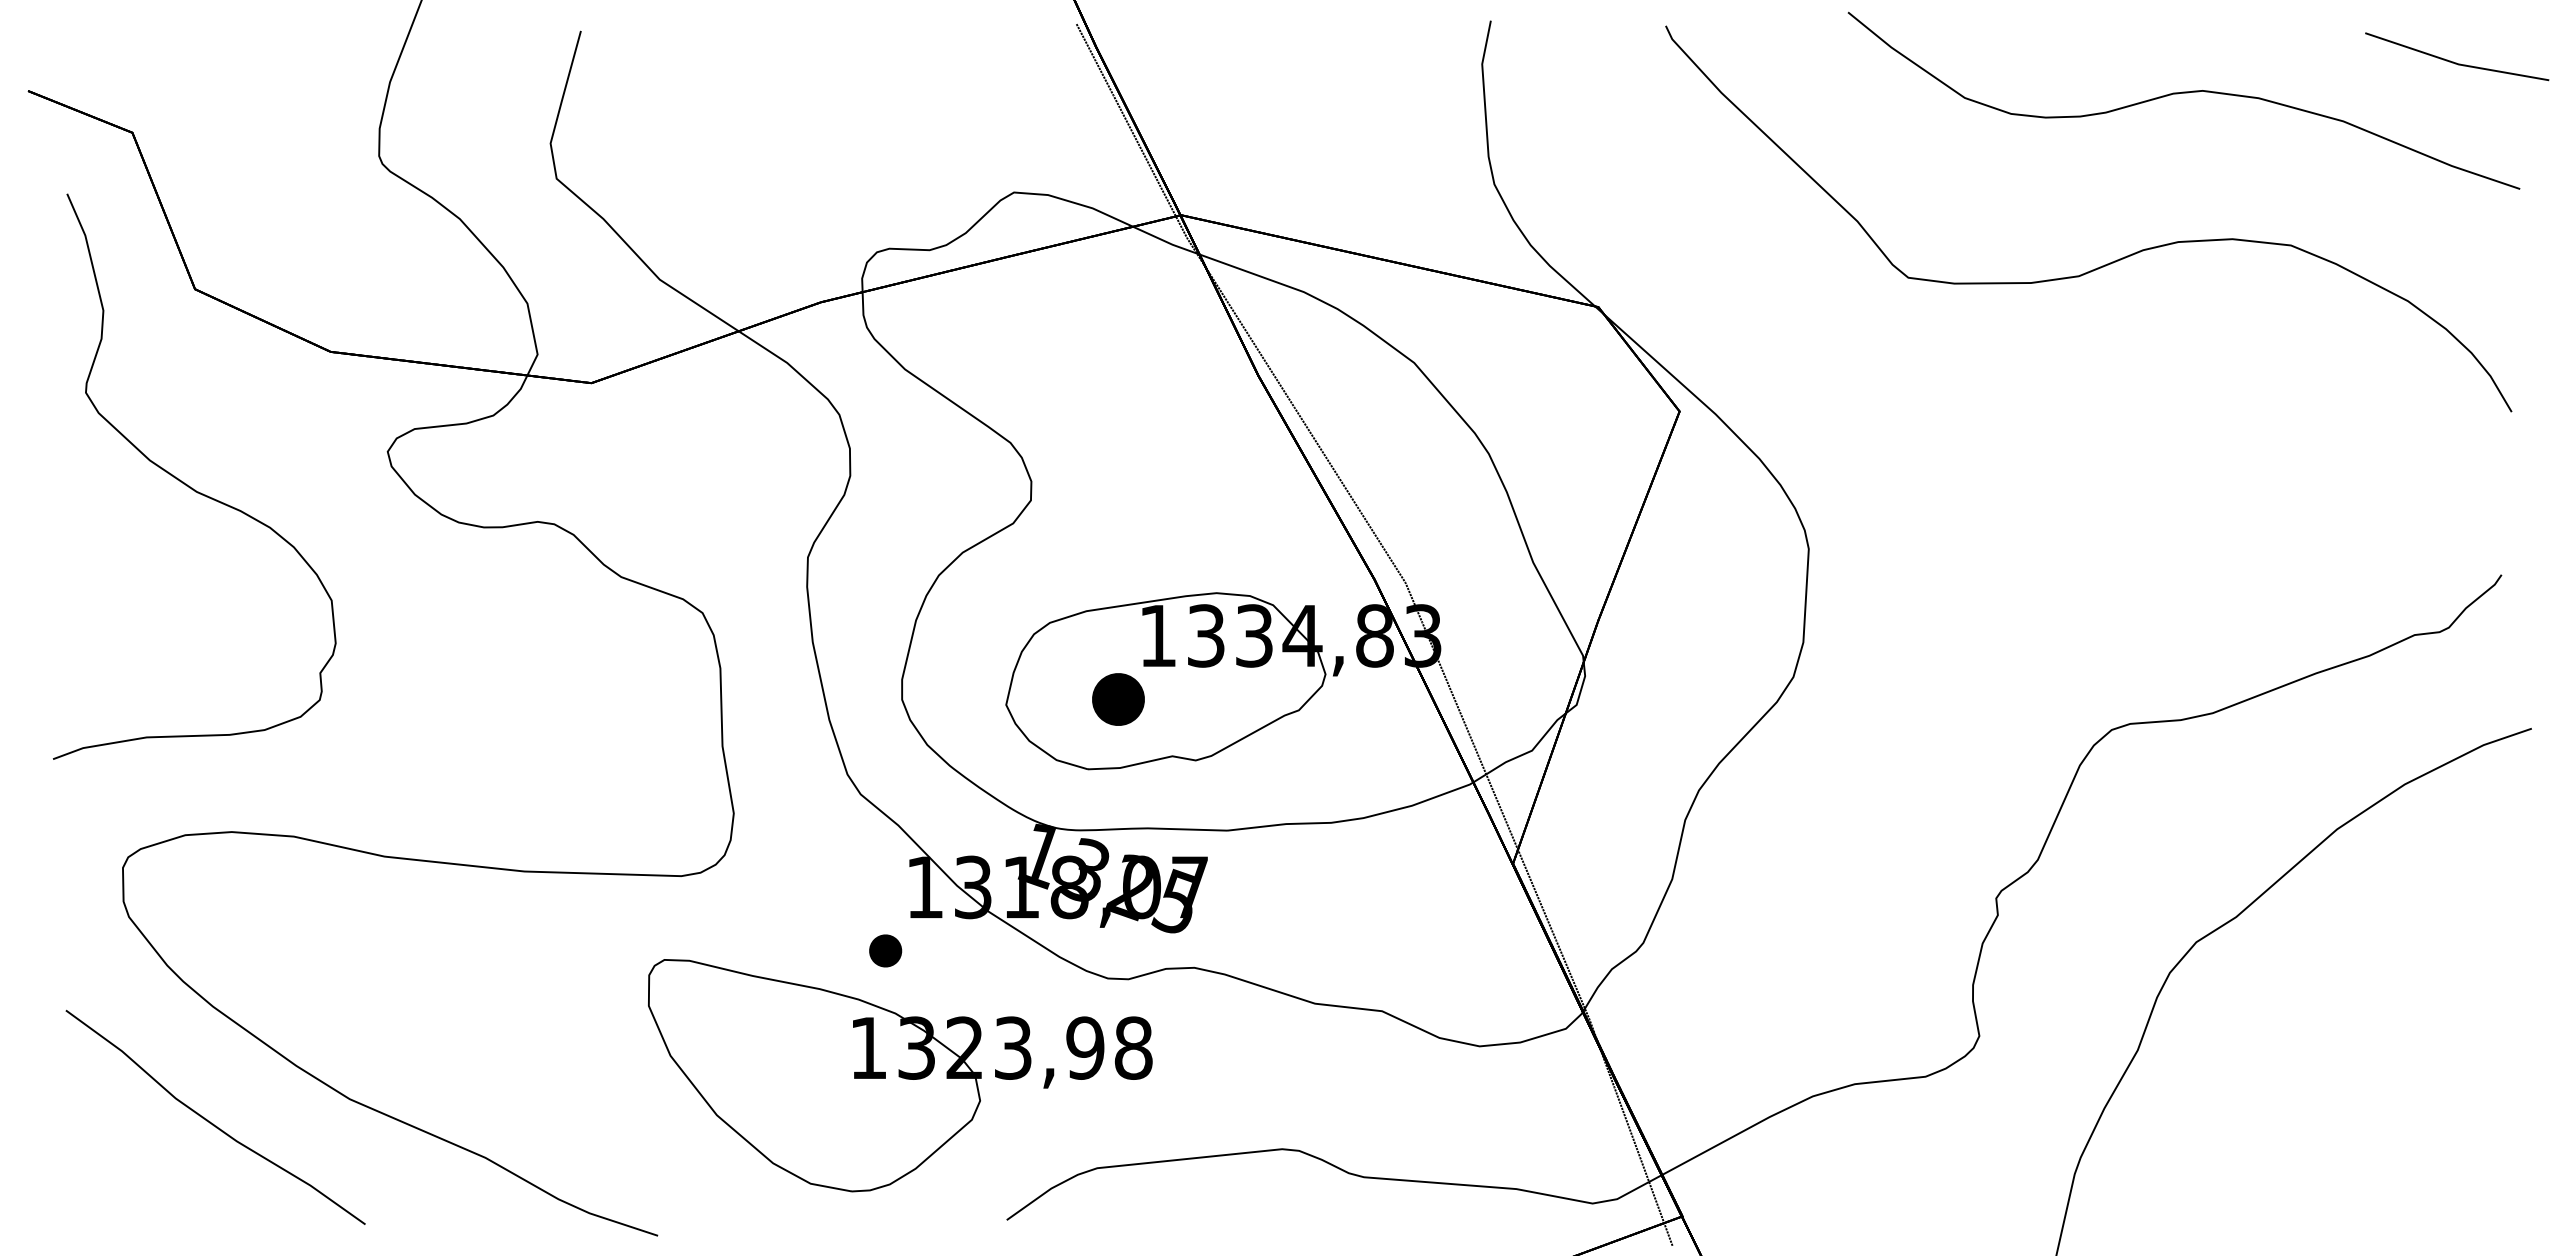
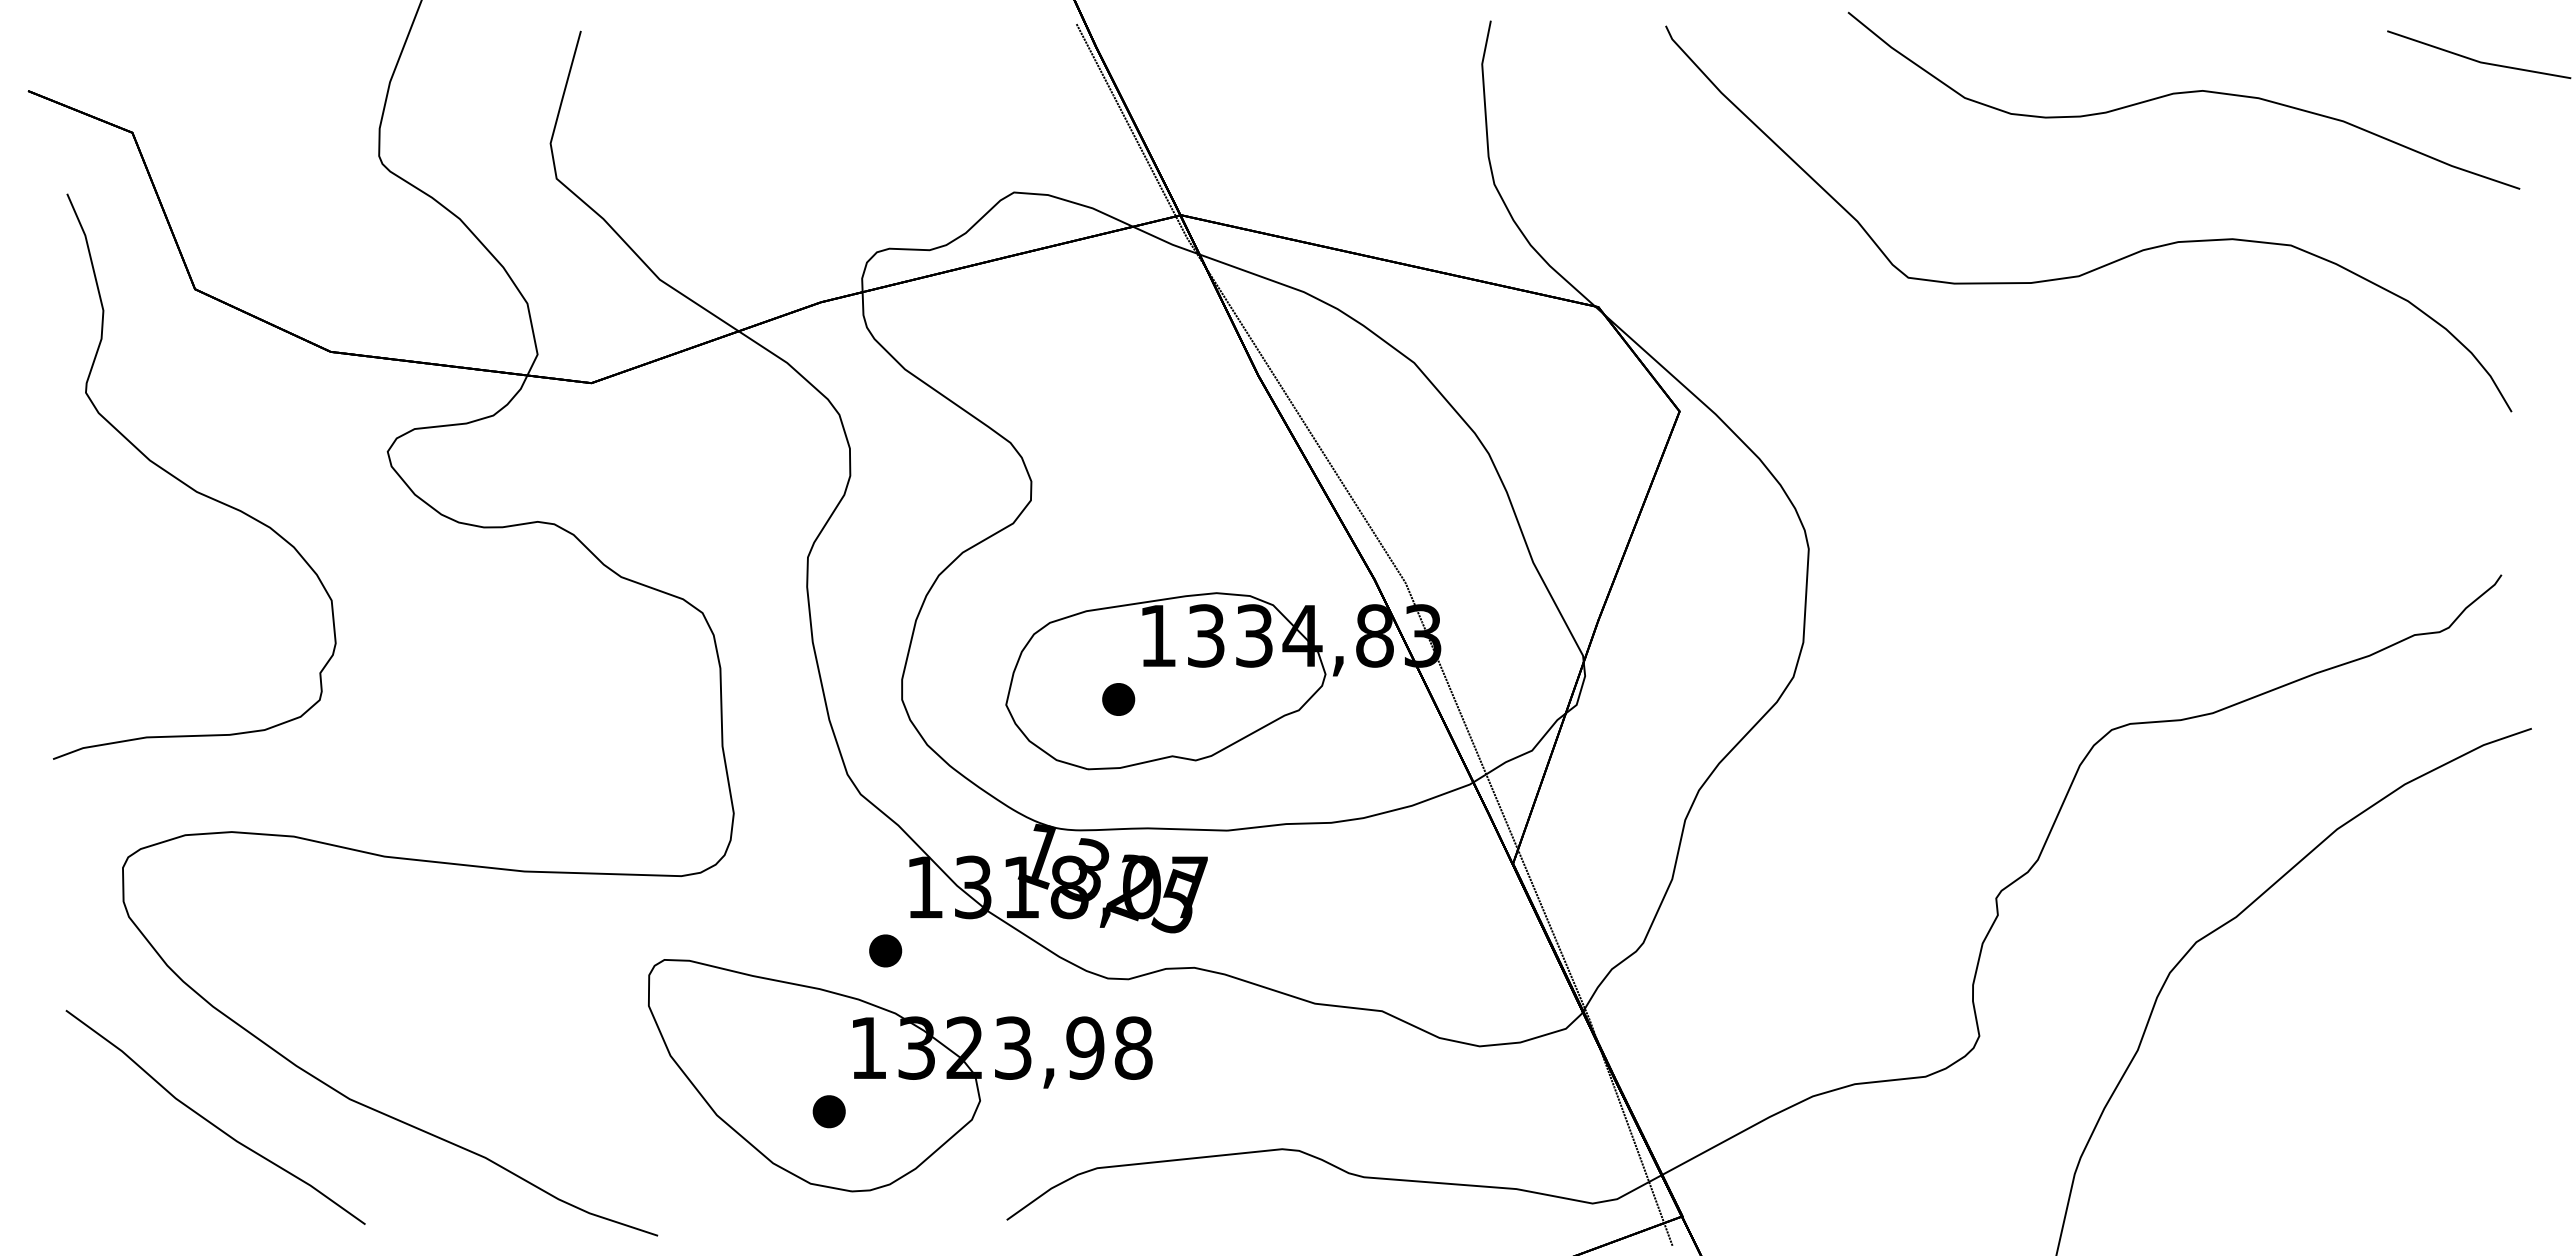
line at (2456, 62) position: (2456, 62) -> (2478, 60)
part at (1118, 699) size: 53x53 px -> 34x33 px
part at (828, 1111): none -> present
